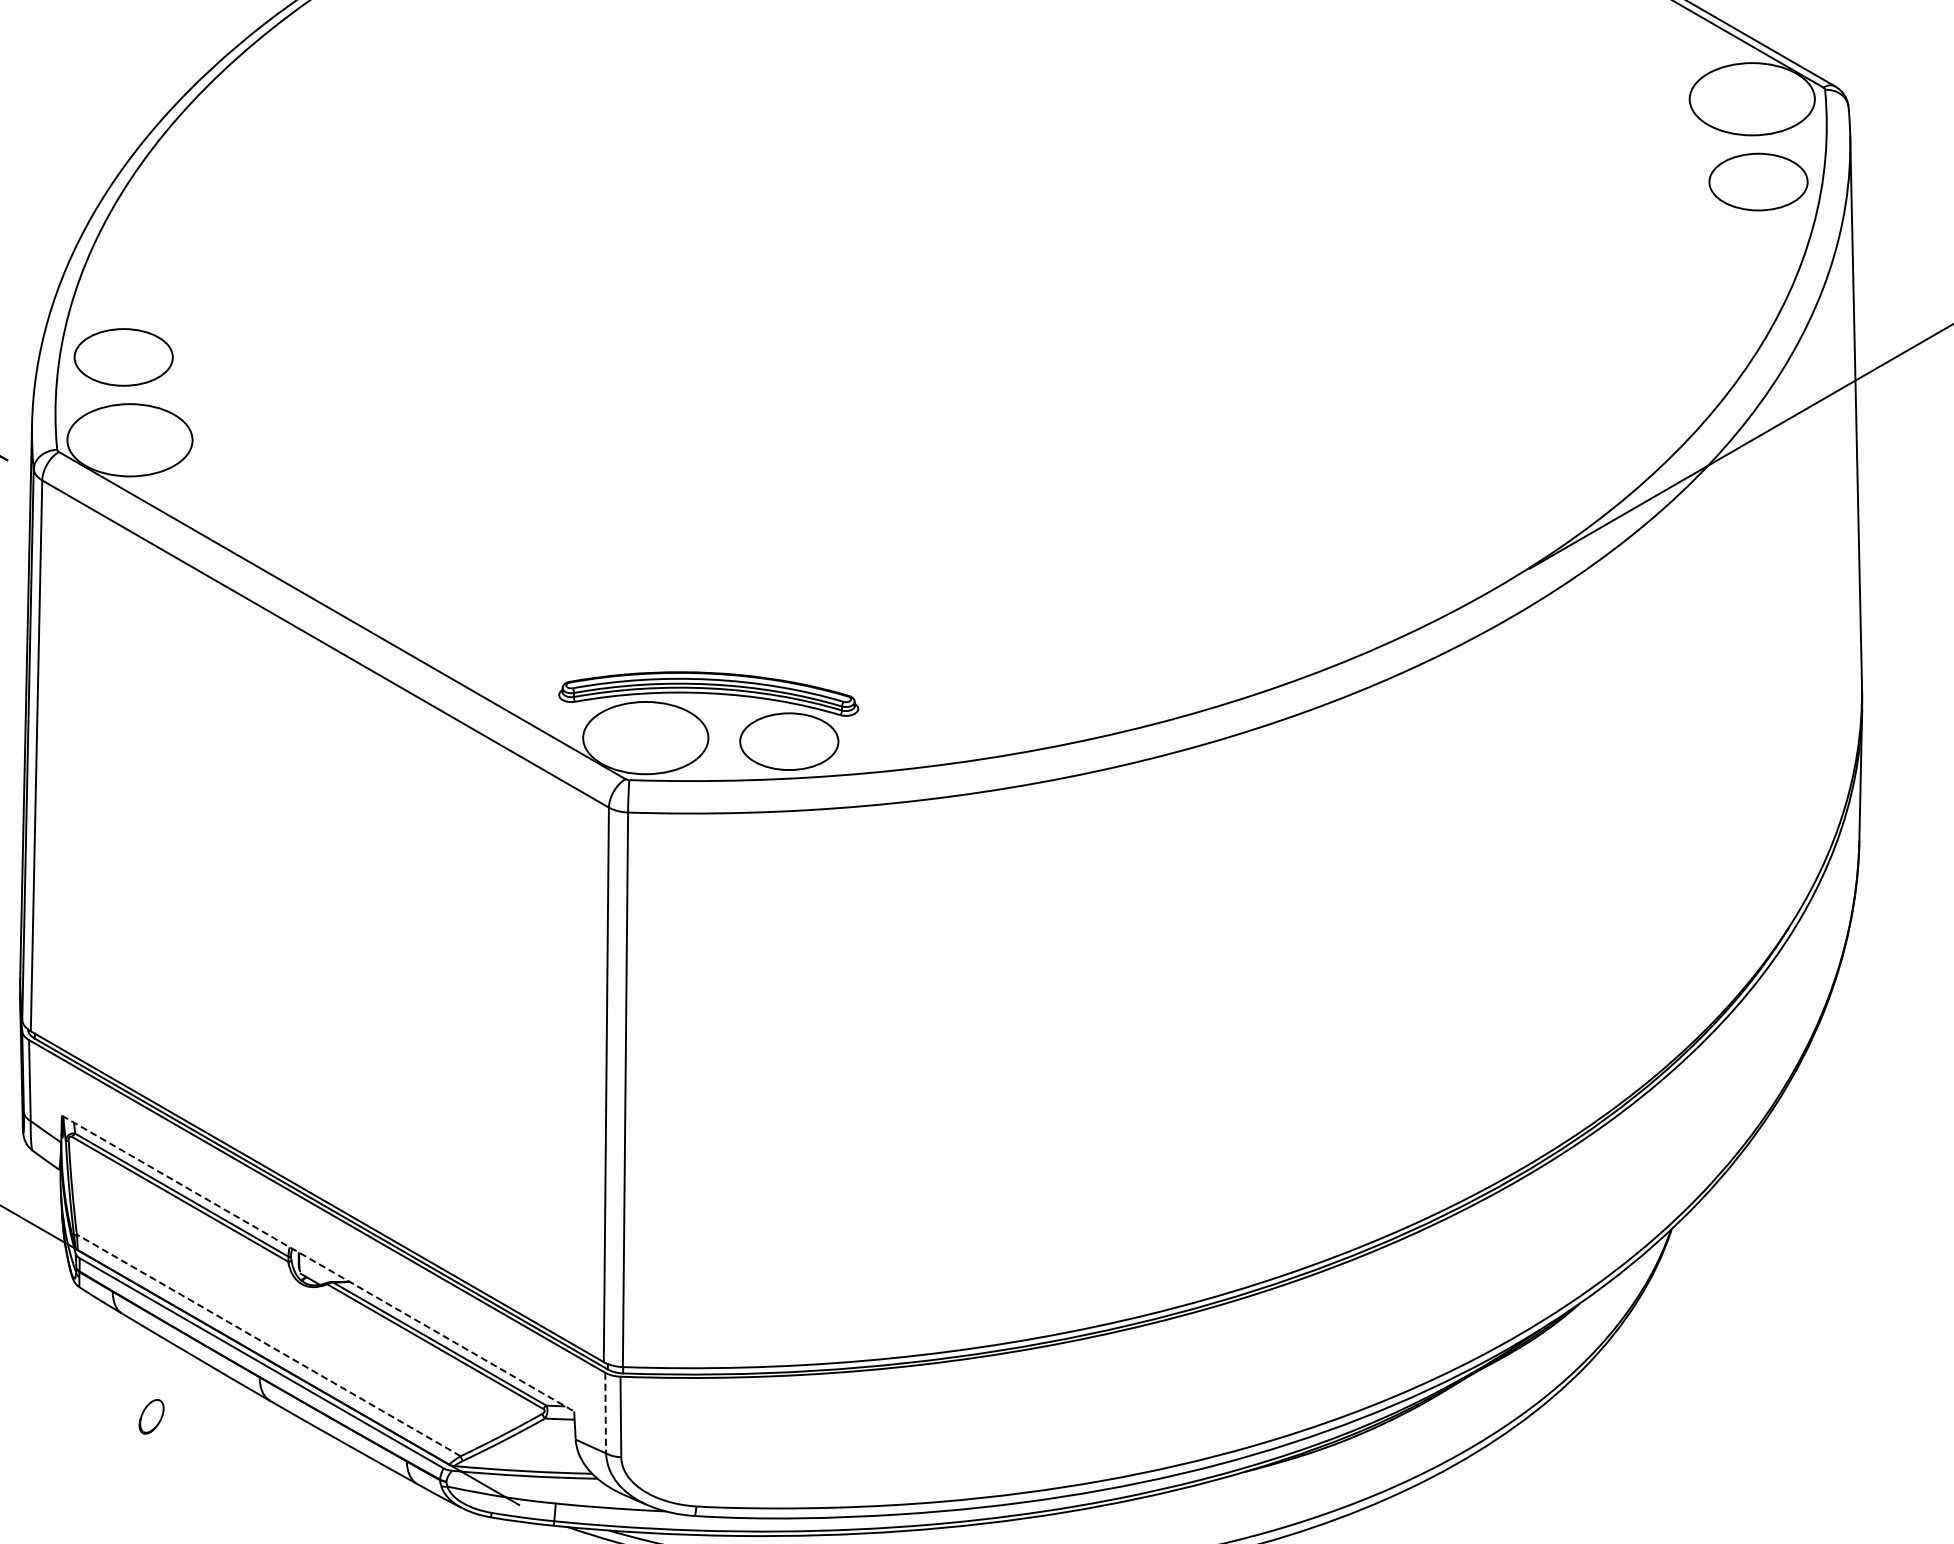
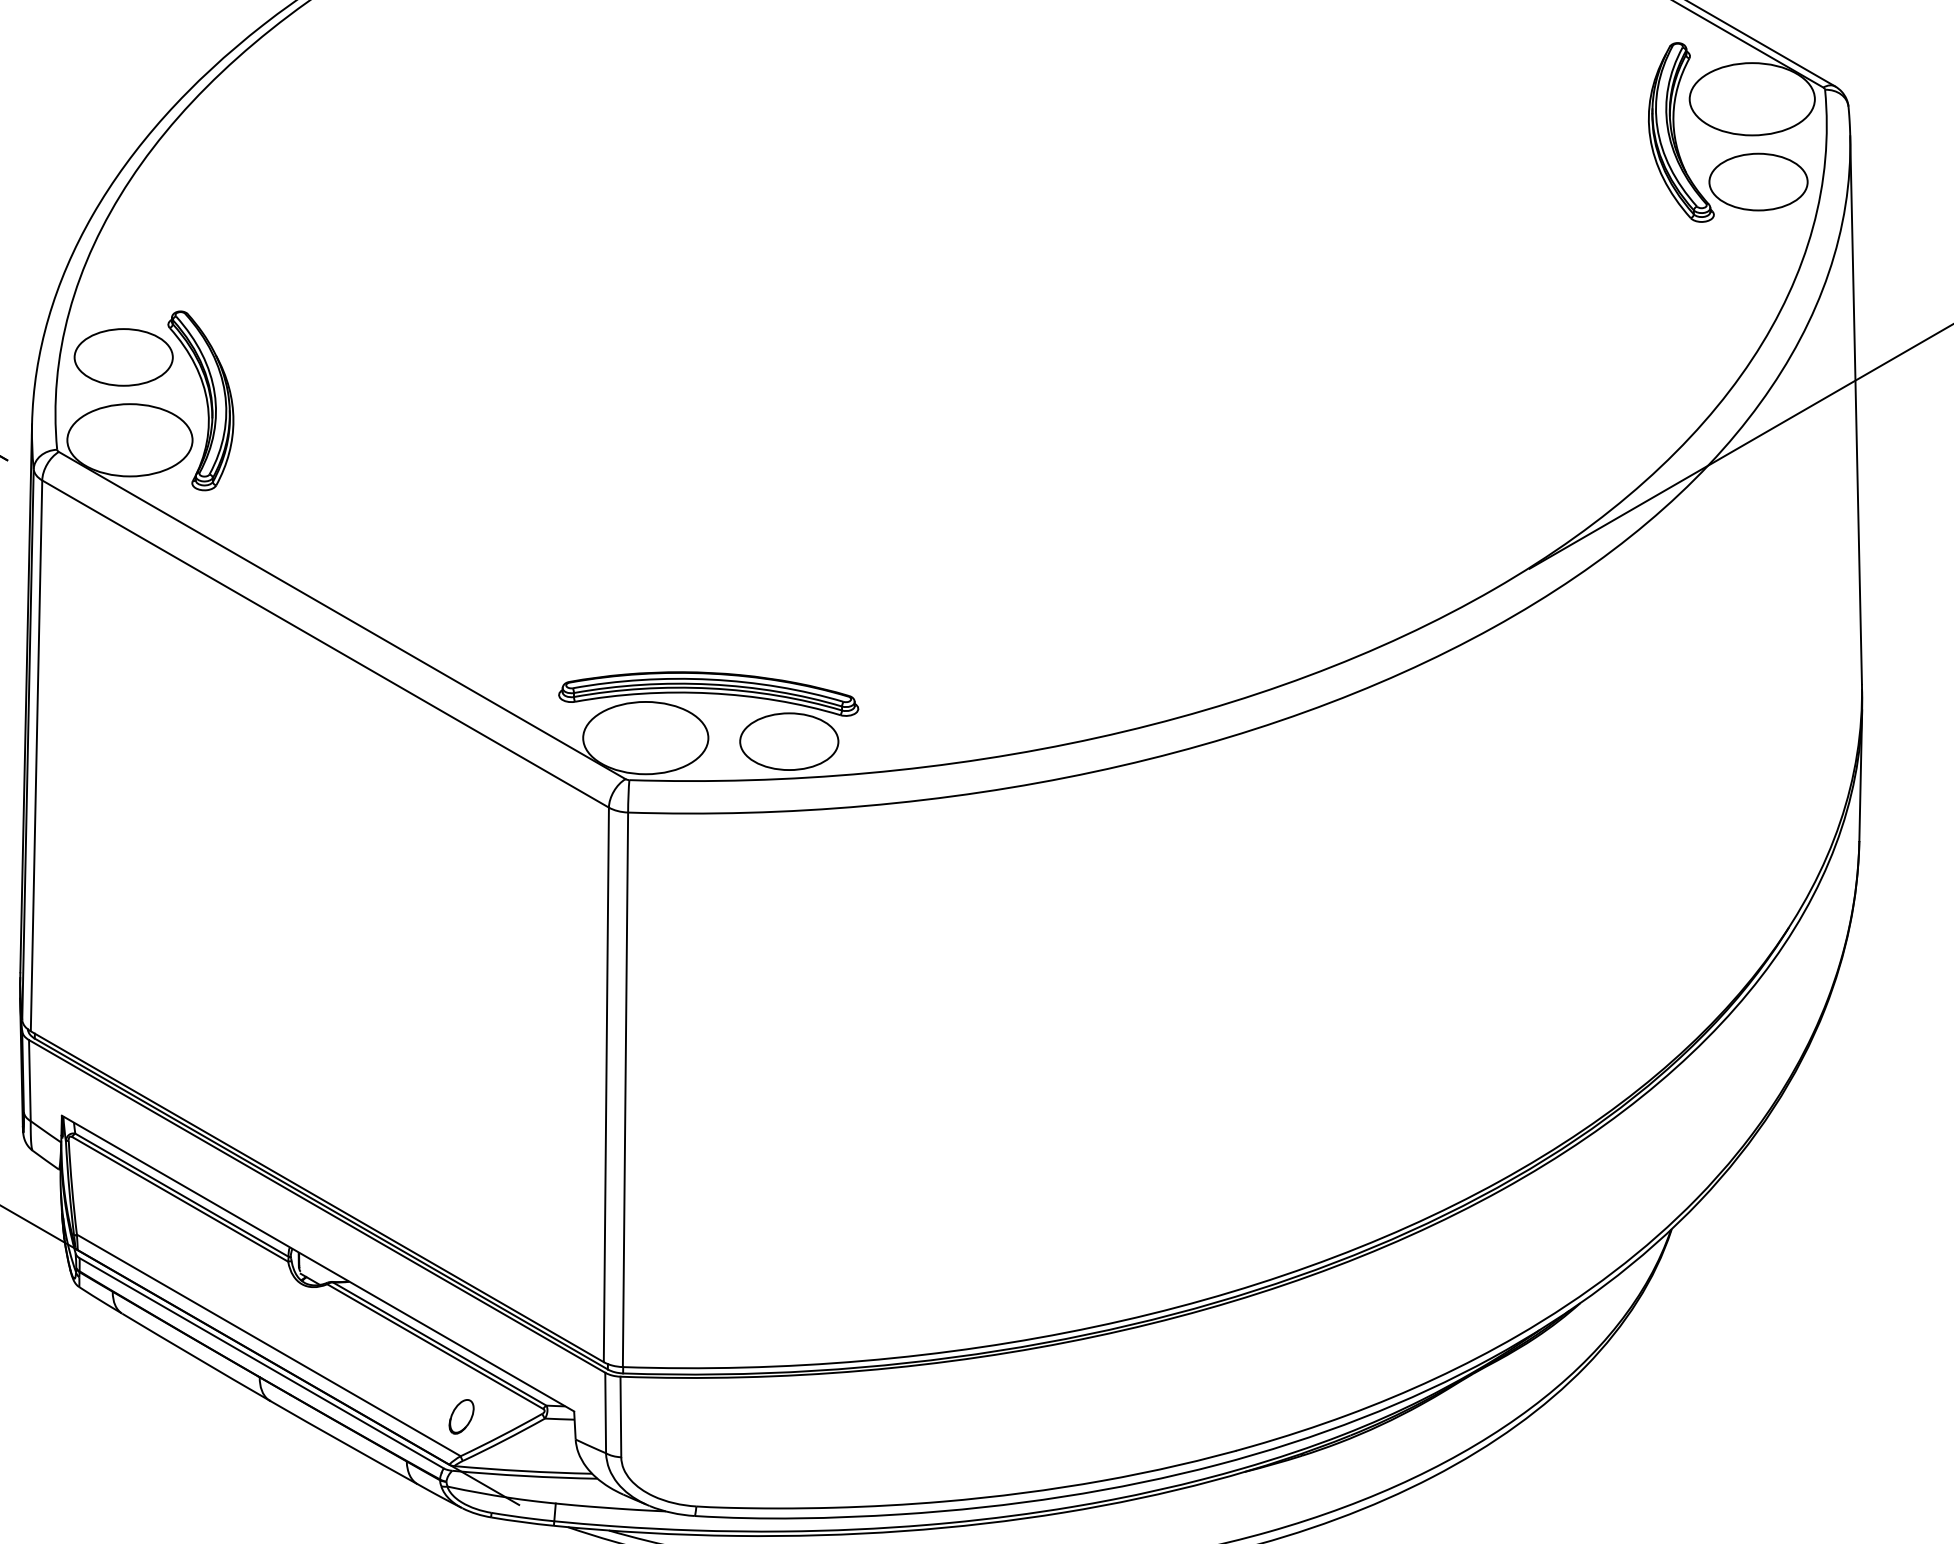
part at (1681, 132): none -> present
part at (200, 400): none -> present
line at (318, 1263): dashed -> solid
line at (268, 1345): dashed -> solid
line at (605, 1413): dashed -> solid
part at (151, 1416) position: (151, 1416) -> (461, 1416)
